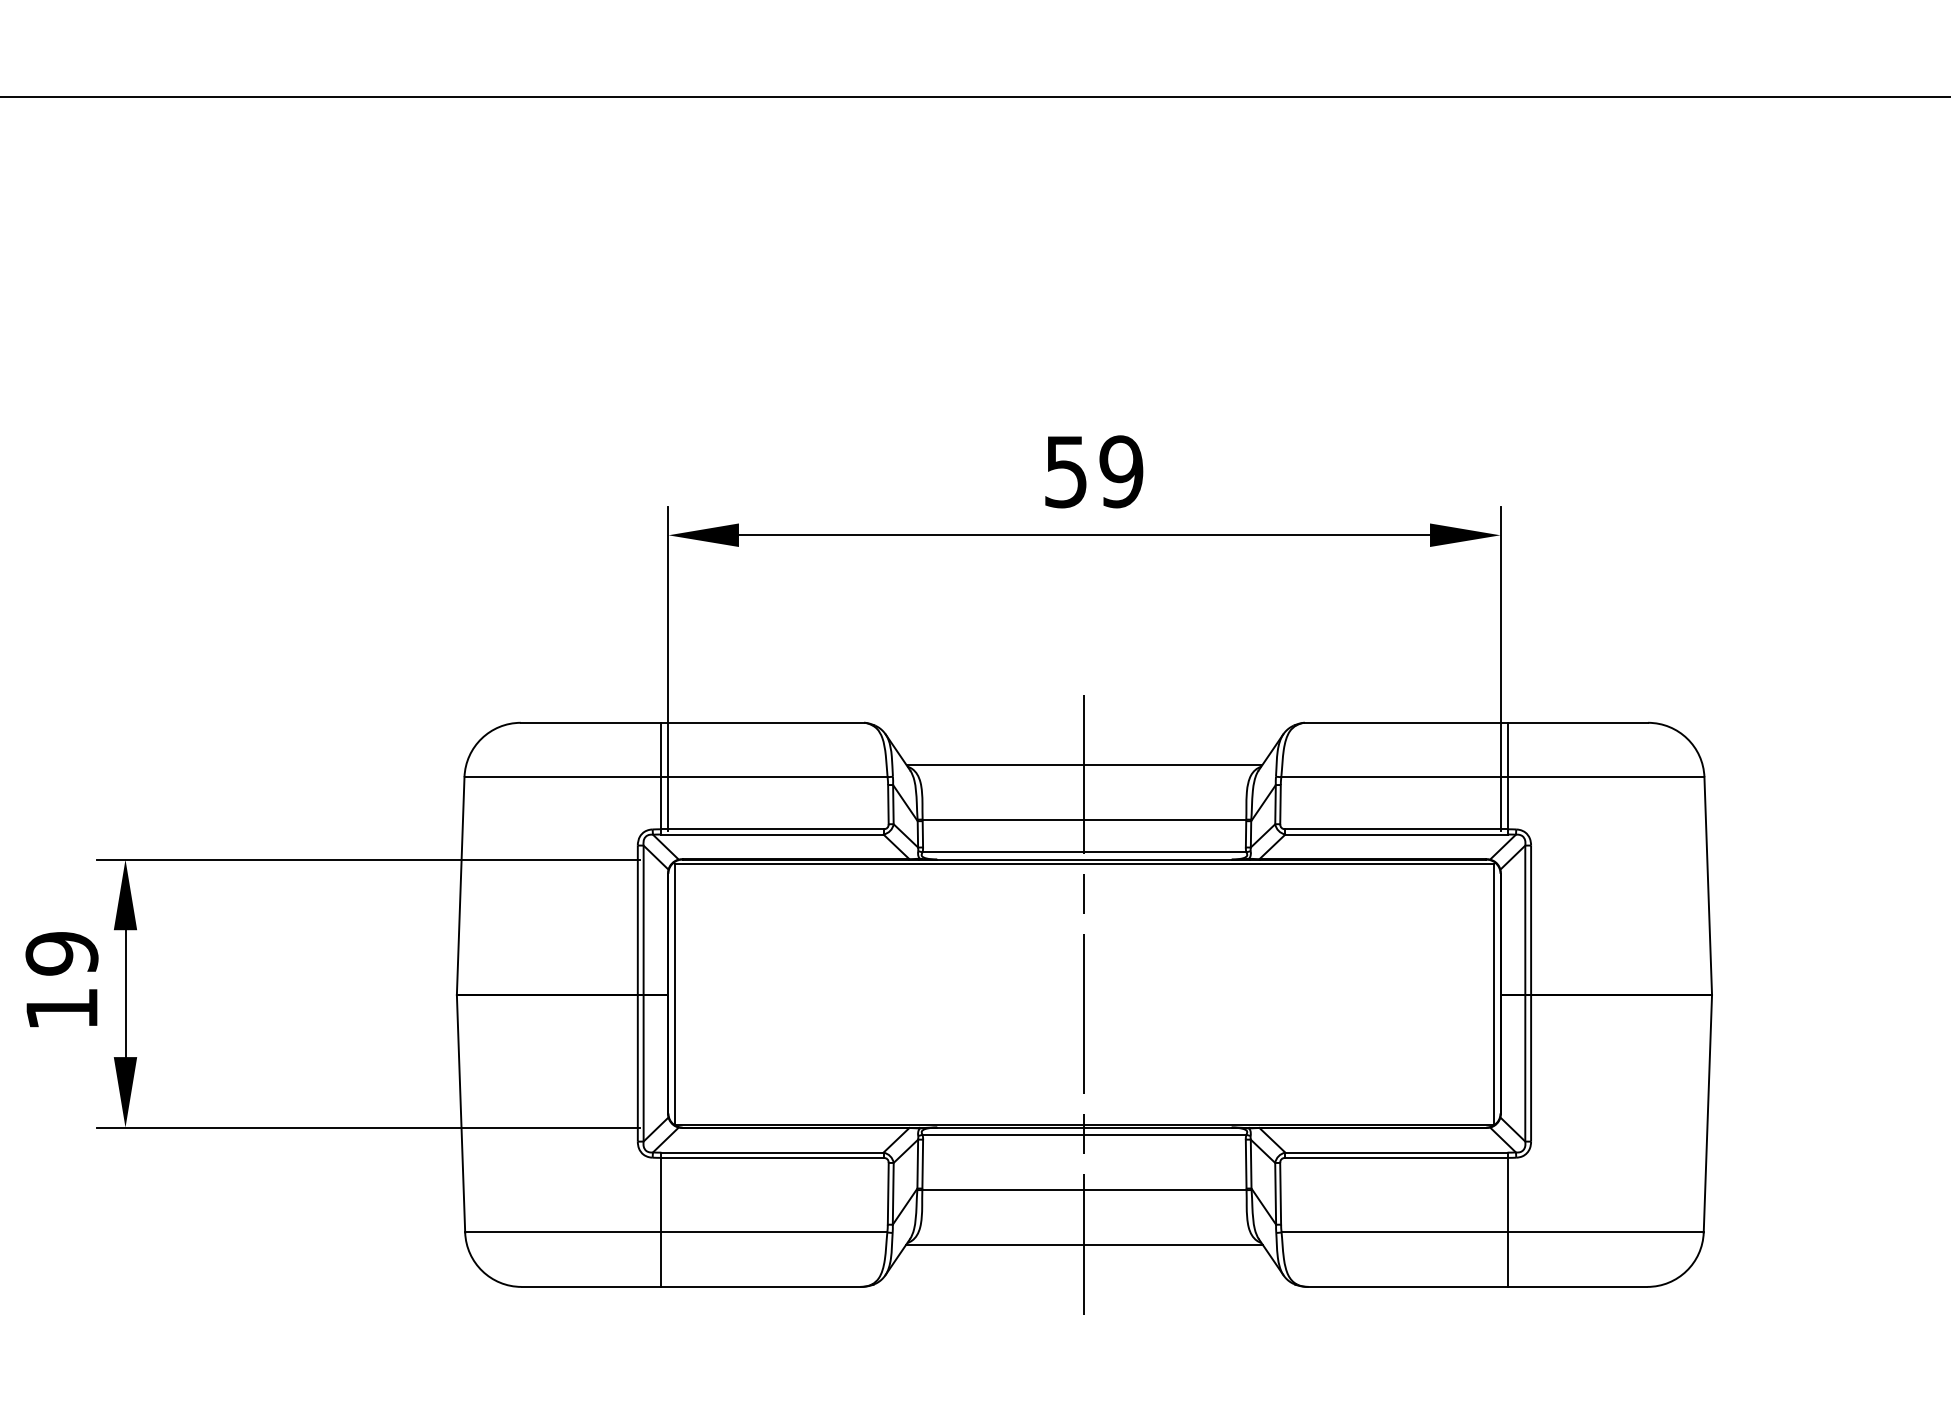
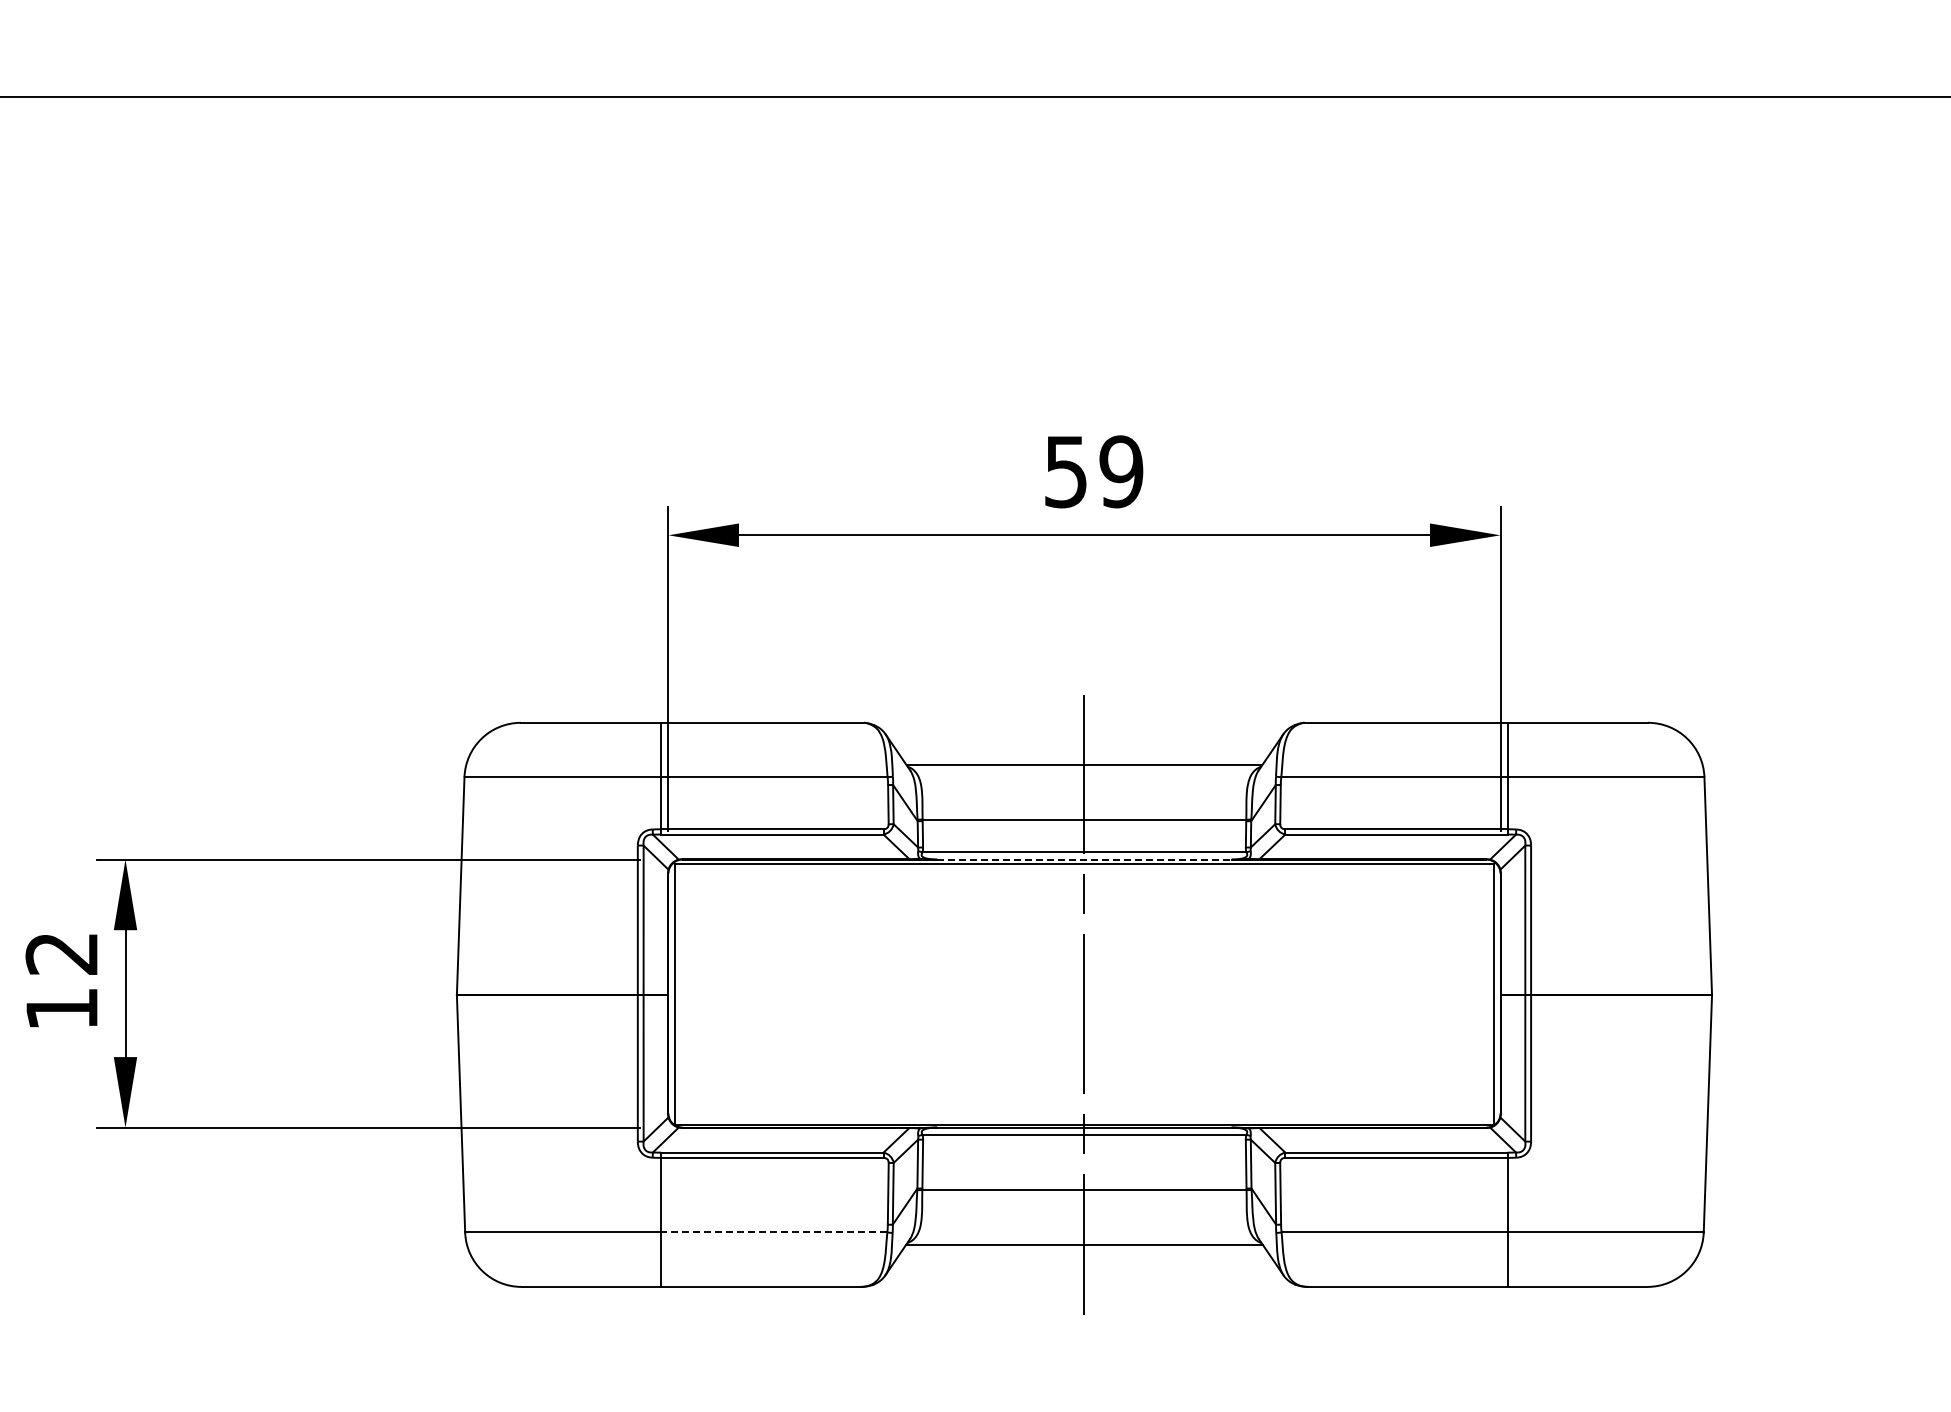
line at (1084, 859): solid -> dashed
text at (61, 953): 19 -> 12
line at (774, 1232): solid -> dashed
